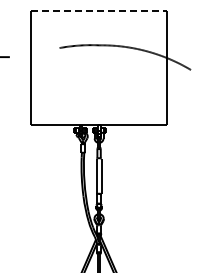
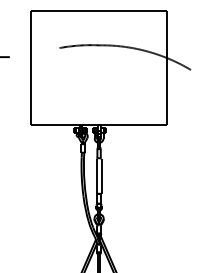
line at (99, 11): dashed -> solid
